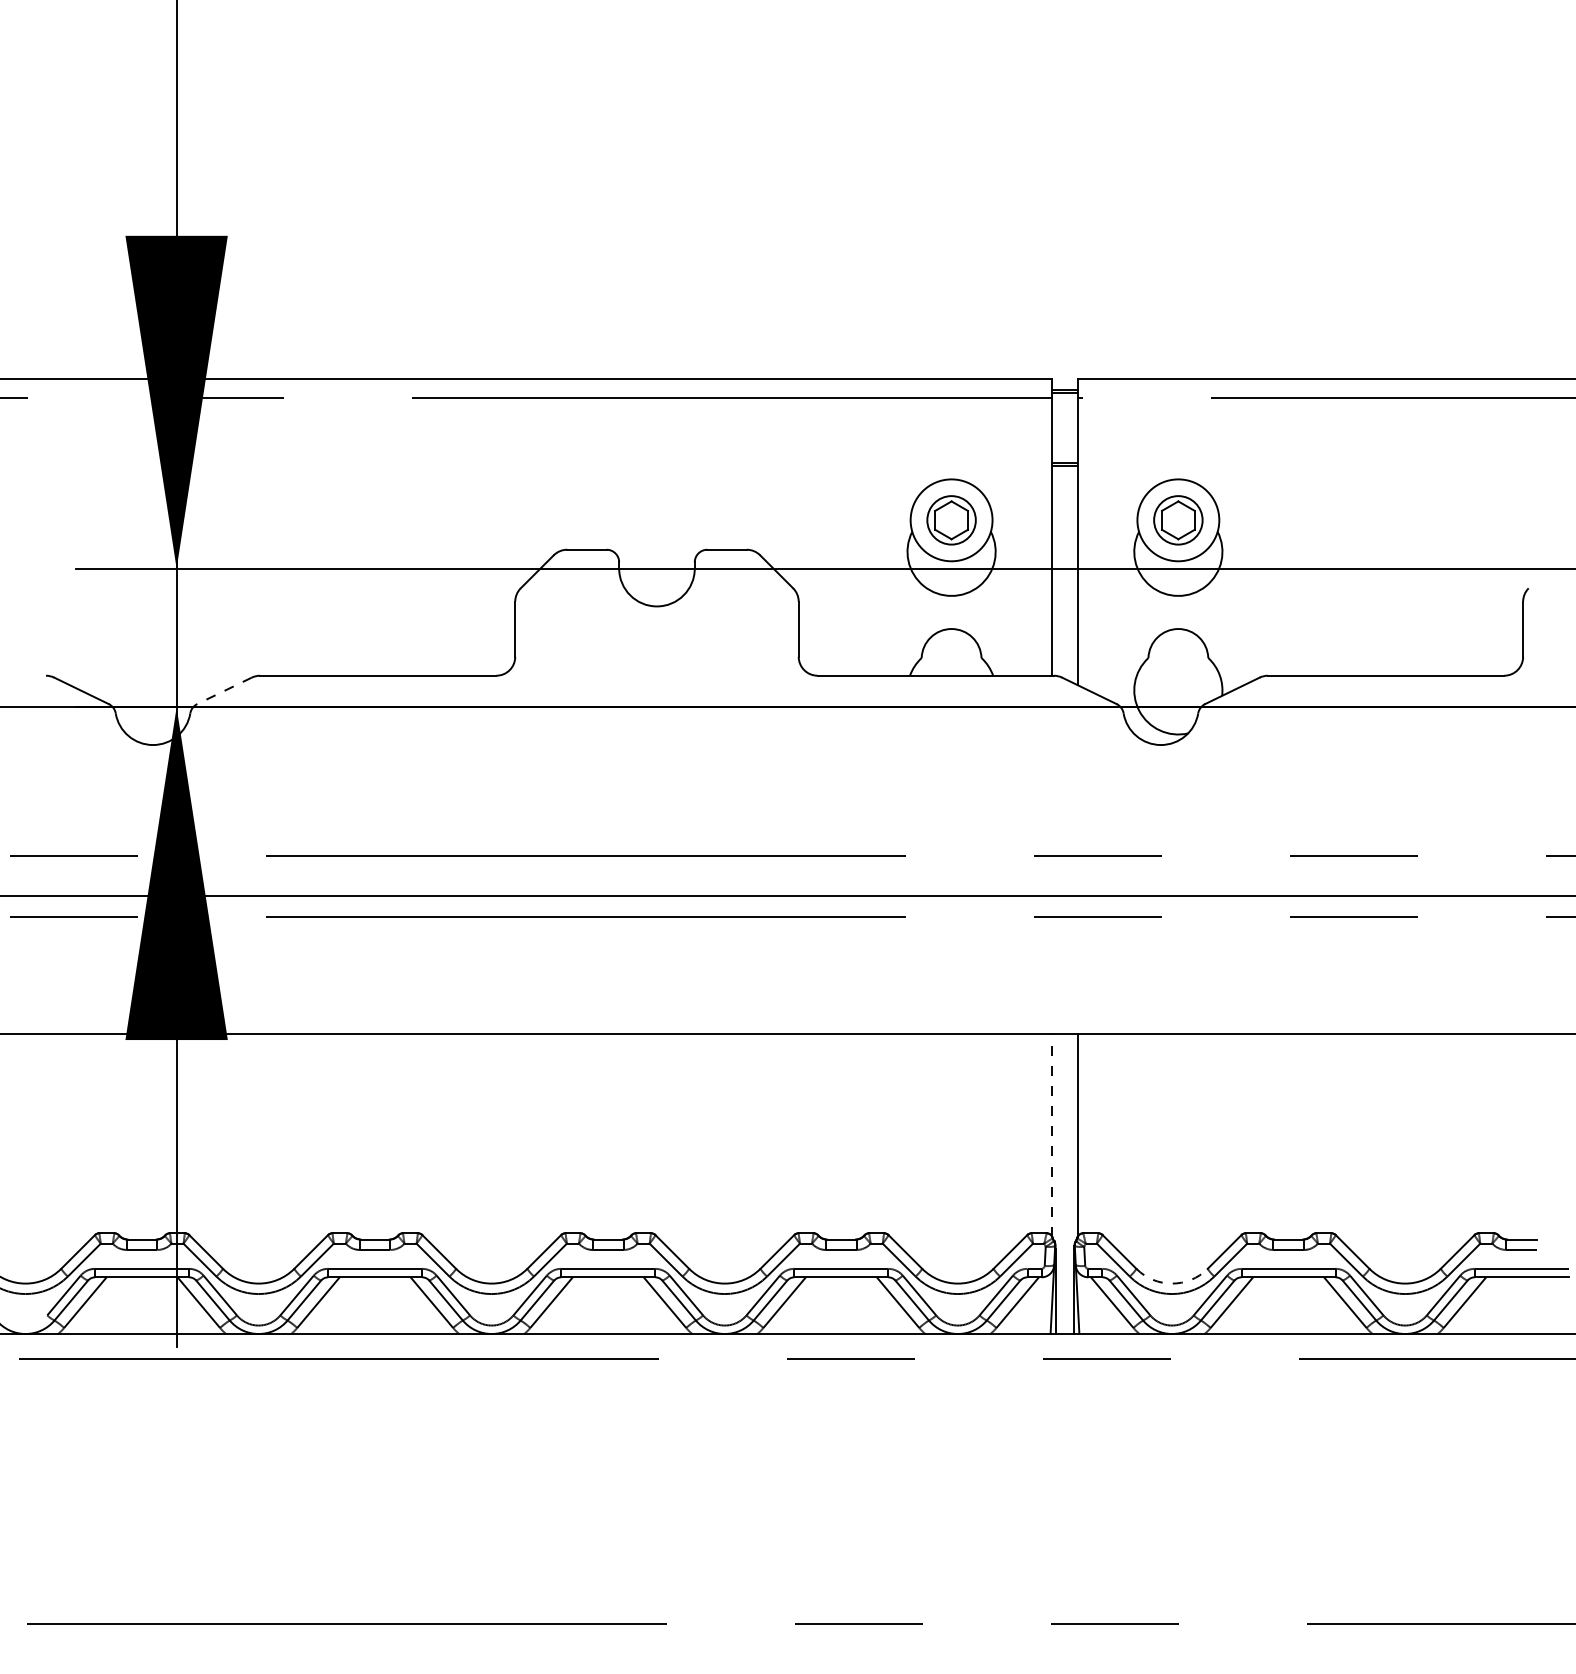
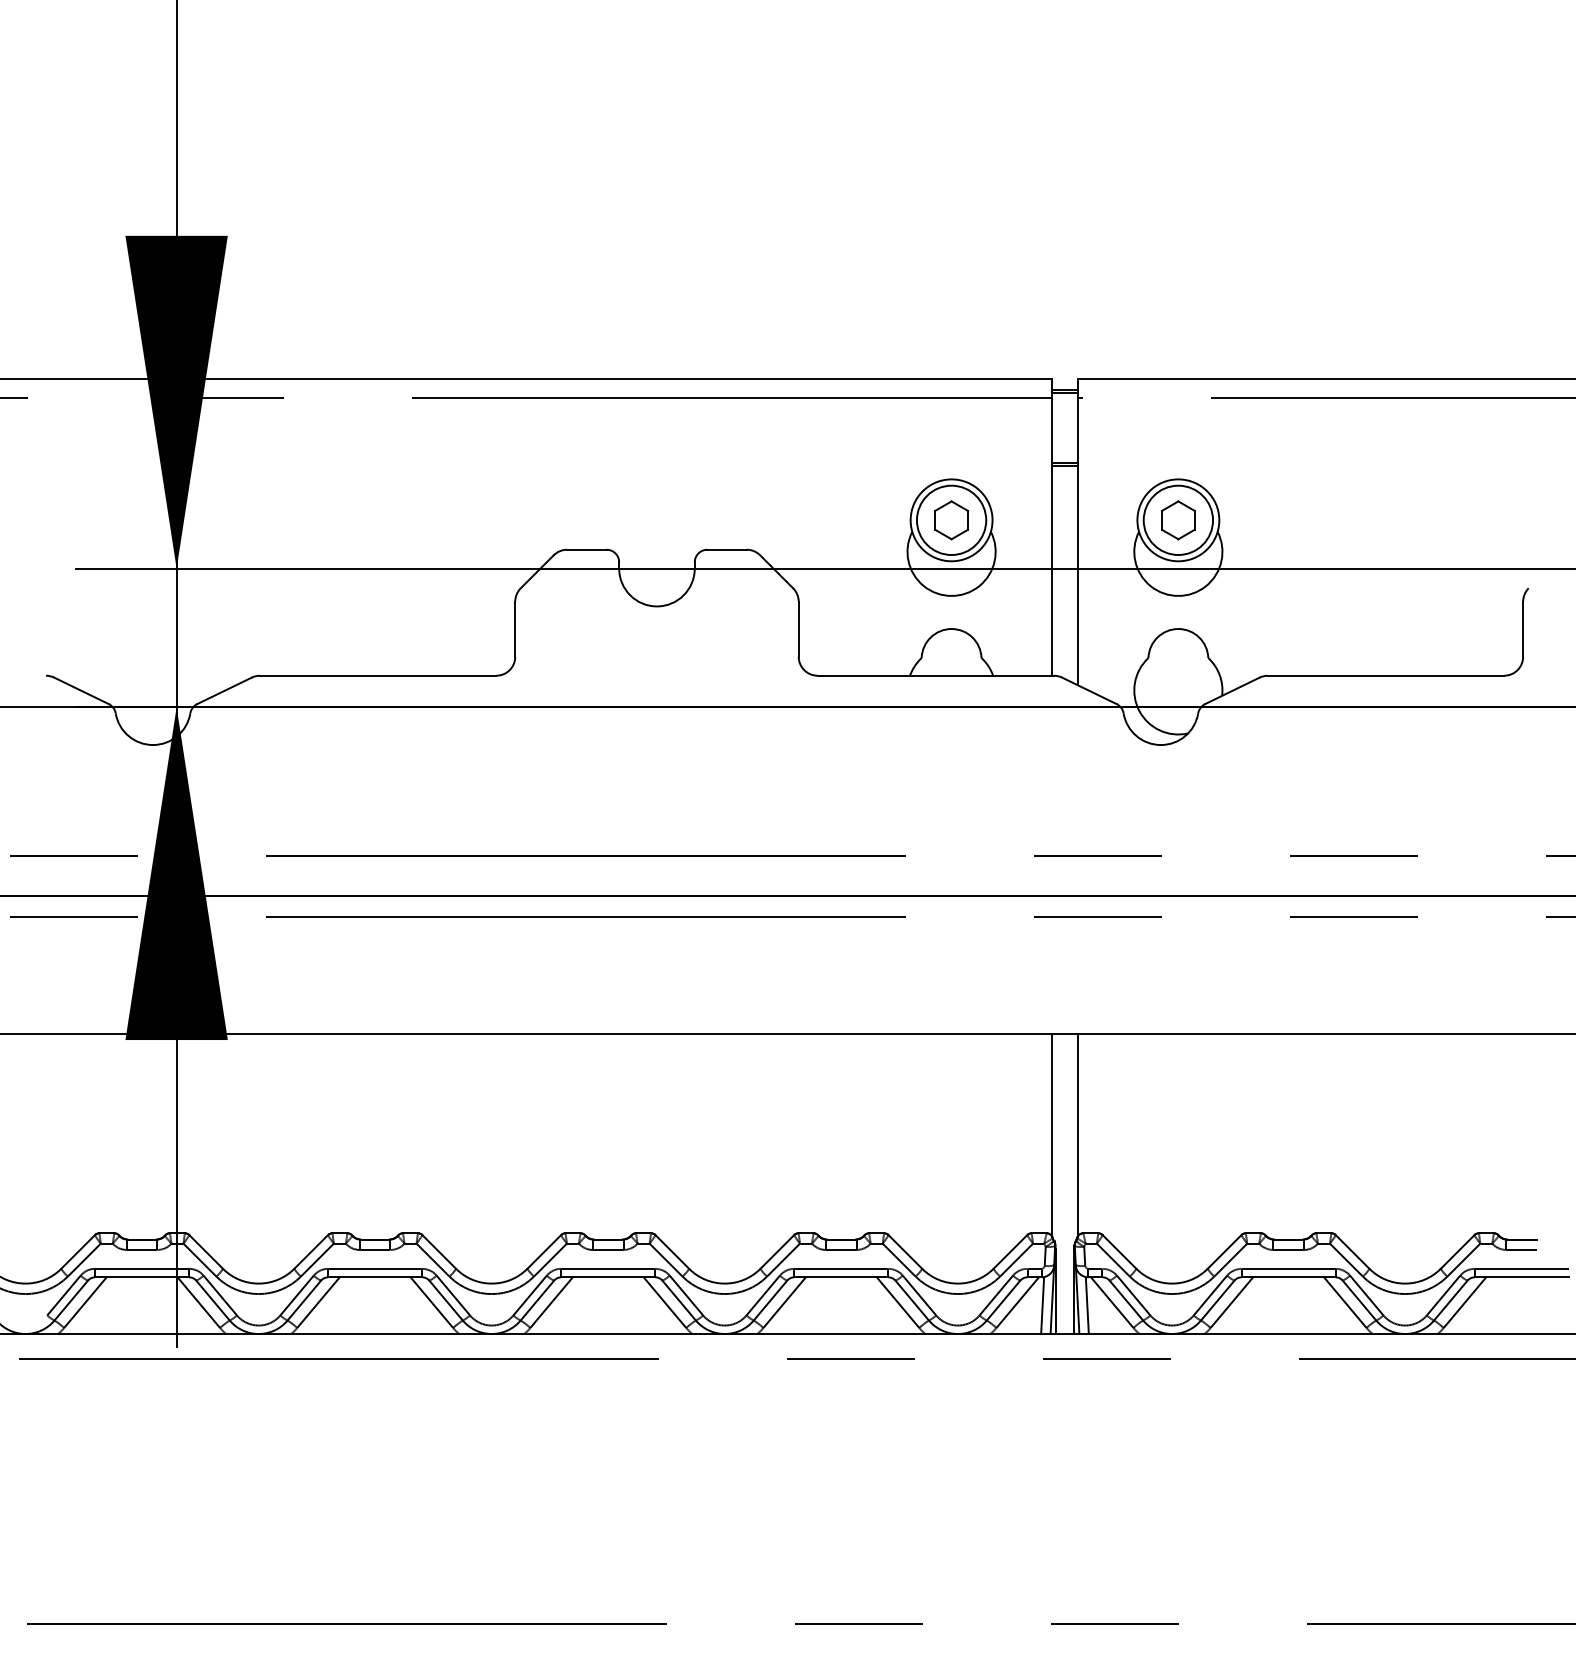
circle at (951, 520) diameter: 49 px -> 69 px
circle at (1178, 520) diameter: 49 px -> 69 px
line at (224, 691): dashed -> solid
line at (1052, 1135): dashed -> solid
arc at (1172, 1283): dashed -> solid
line at (1042, 1305): none -> present
line at (1086, 1305): none -> present
